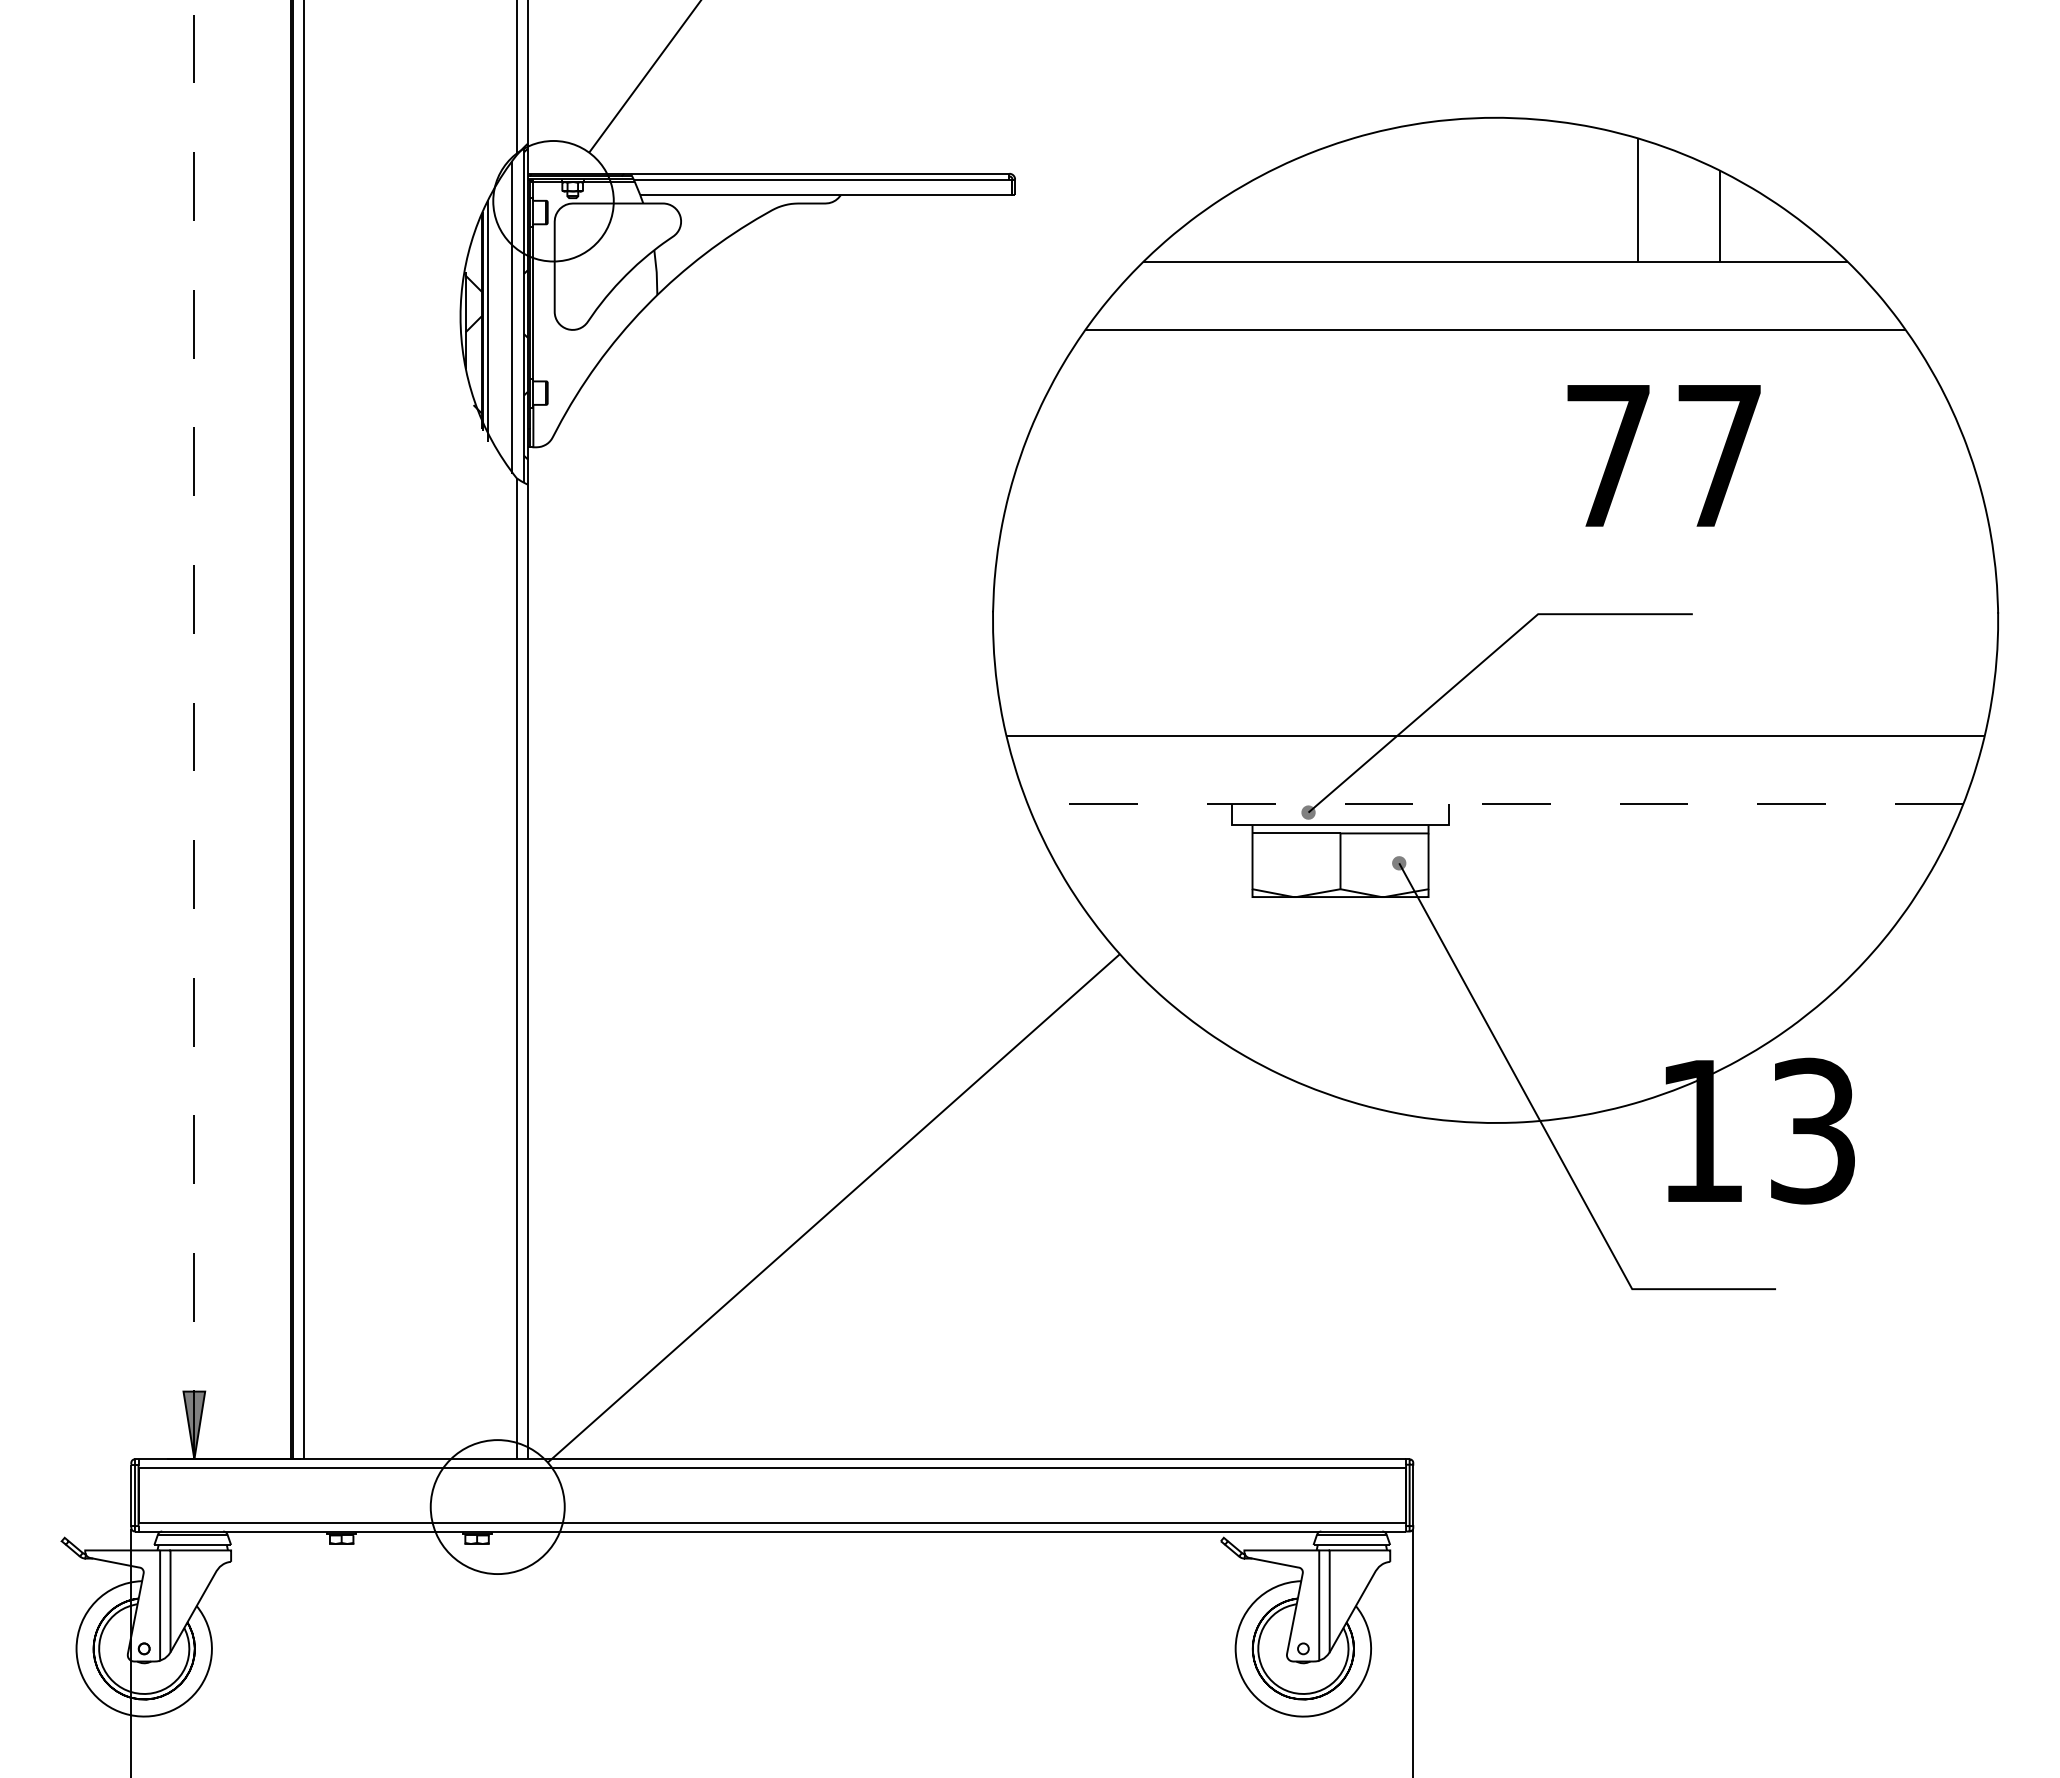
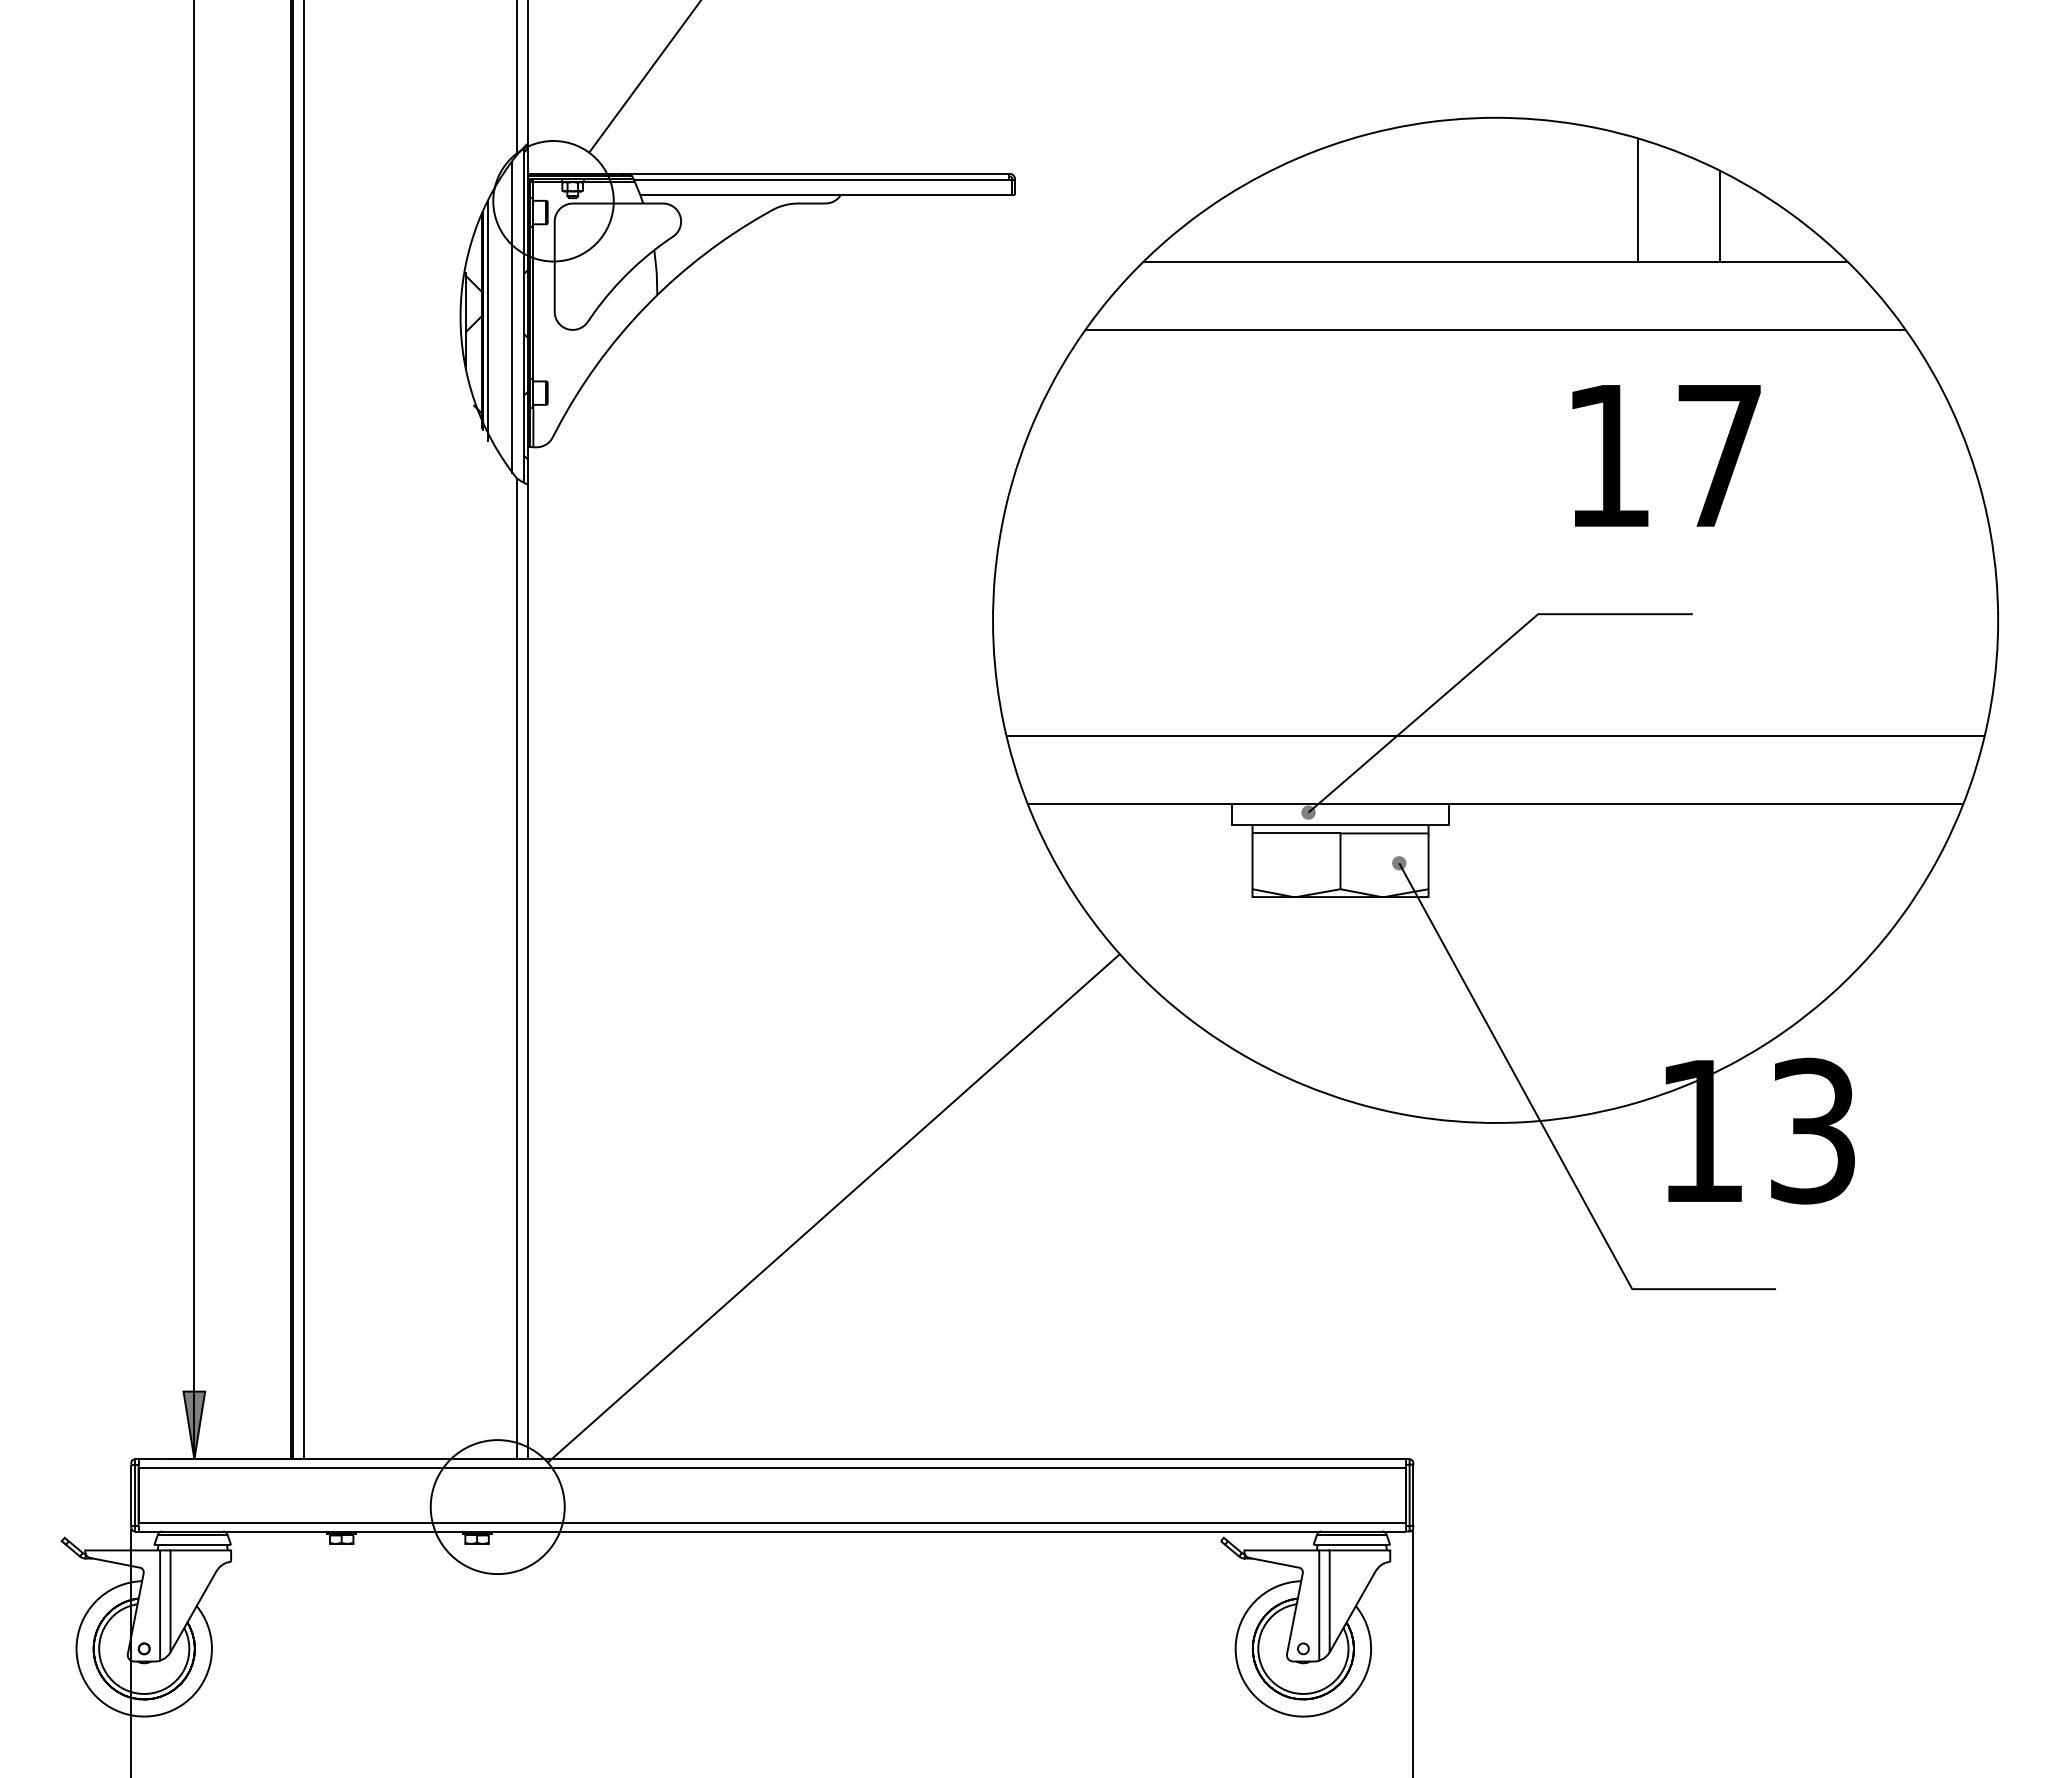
text at (1608, 455): 77 -> 17
line at (194, 729): dashed -> solid
line at (1495, 803): dashed -> solid
